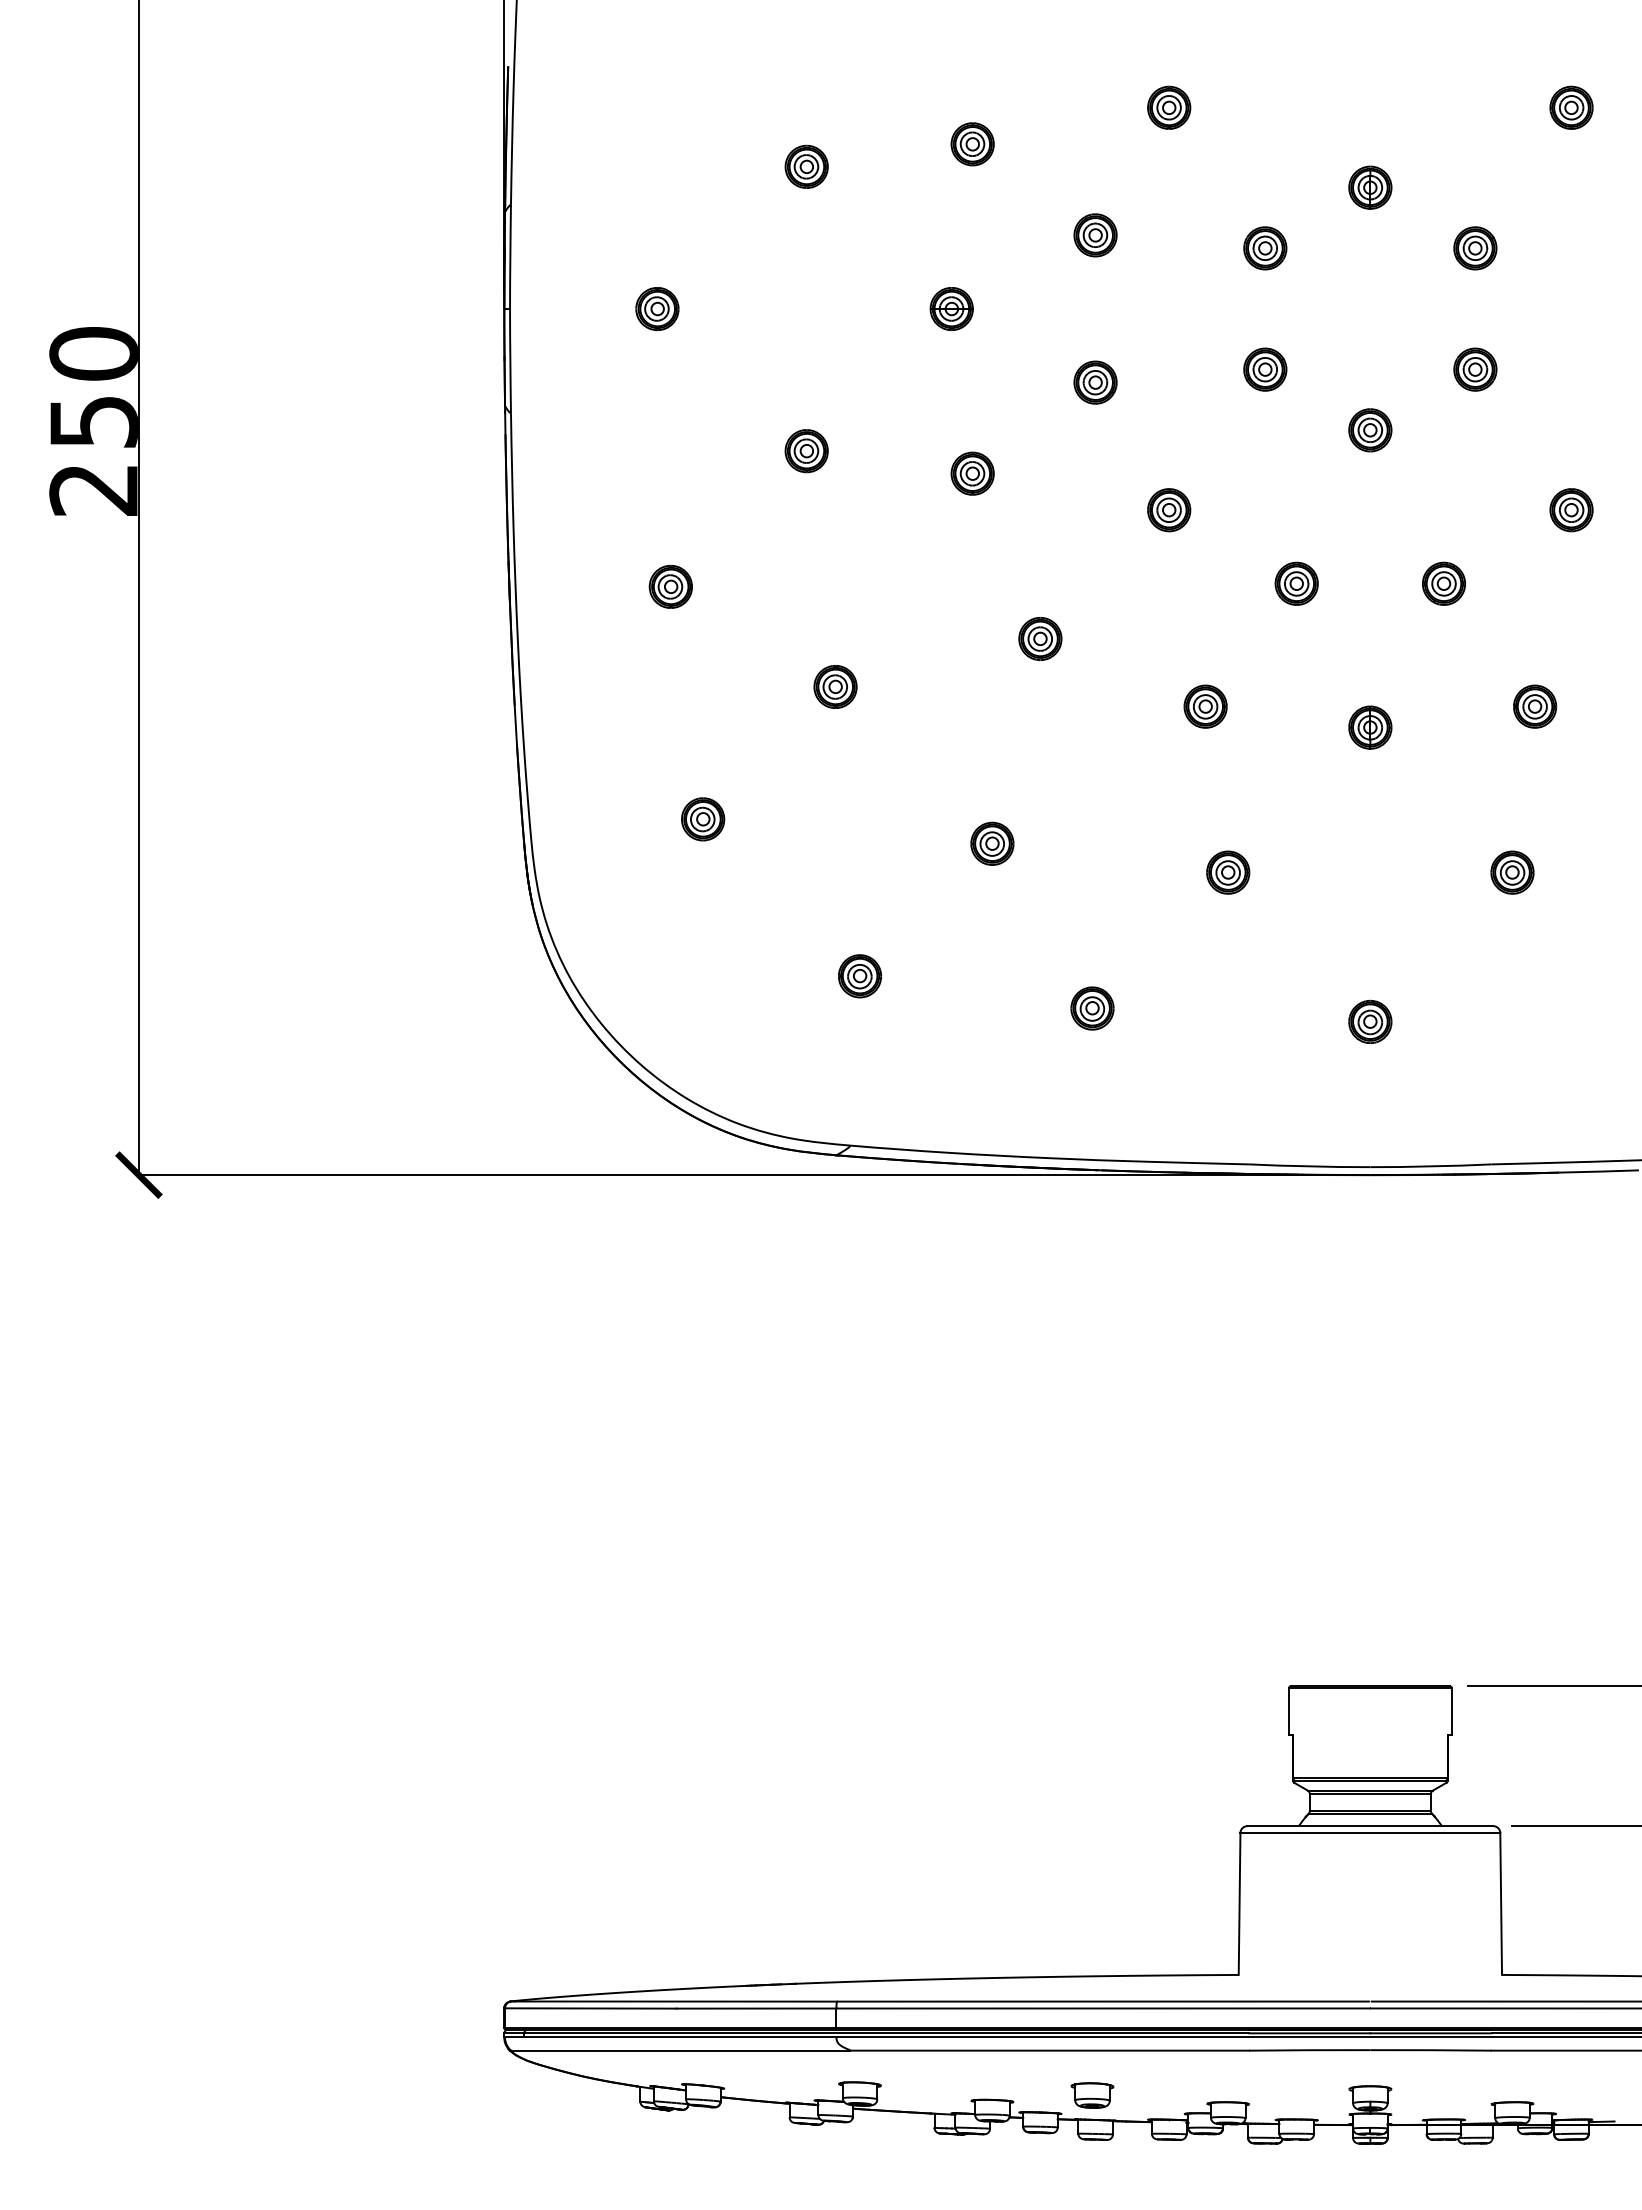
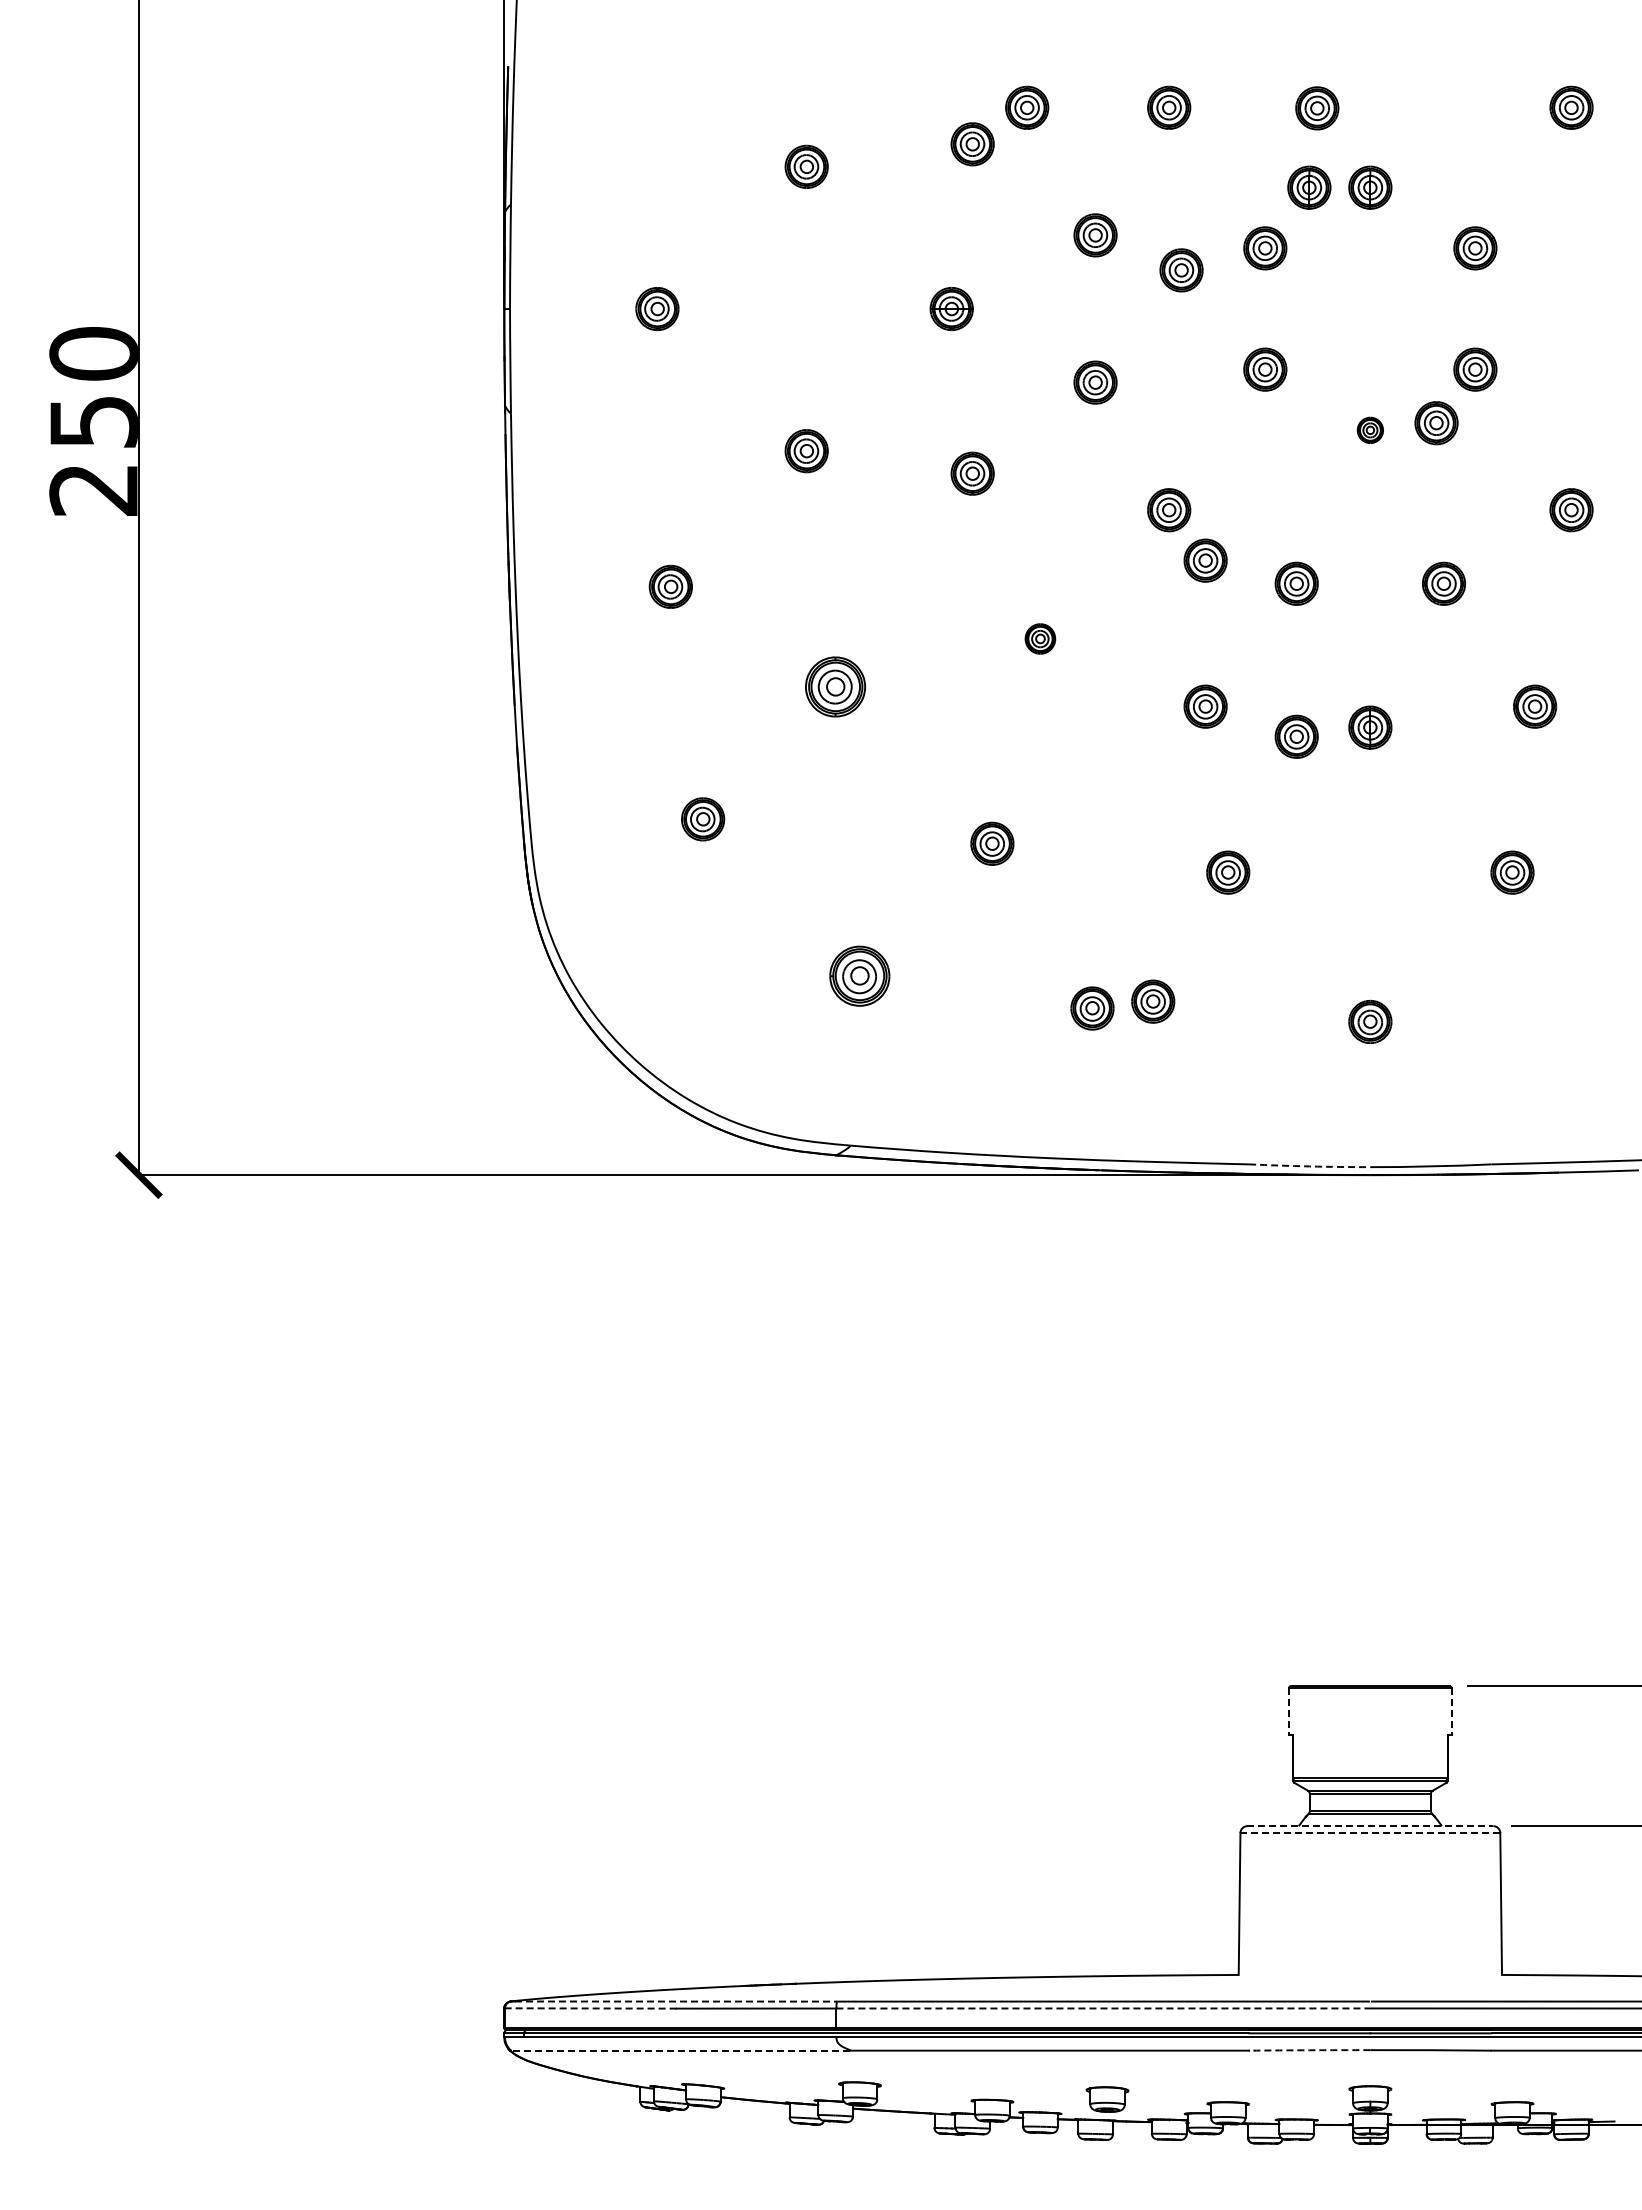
part at (1027, 107): none -> present
part at (1317, 108): none -> present
part at (1309, 187): none -> present
part at (1181, 270): none -> present
part at (1436, 423): none -> present
part at (1370, 430) size: 45x45 px -> 28x28 px
part at (1205, 560): none -> present
part at (1040, 638) size: 45x44 px -> 33x32 px
part at (835, 686) size: 45x44 px -> 62x62 px
part at (1296, 736): none -> present
part at (860, 976) size: 45x45 px -> 62x62 px
part at (1153, 1001): none -> present
arc at (1309, 1166): solid -> dashed
line at (1288, 1711): solid -> dashed
line at (1451, 1711): solid -> dashed
line at (1370, 1826): solid -> dashed
line at (1370, 1832): solid -> dashed
line at (676, 2001): solid -> dashed
line at (590, 2008): solid -> dashed
line at (1103, 2008): solid -> dashed
line at (680, 2050): solid -> dashed
arc at (1309, 2050): solid -> dashed
part at (1092, 2095) position: (1092, 2095) -> (1107, 2099)
